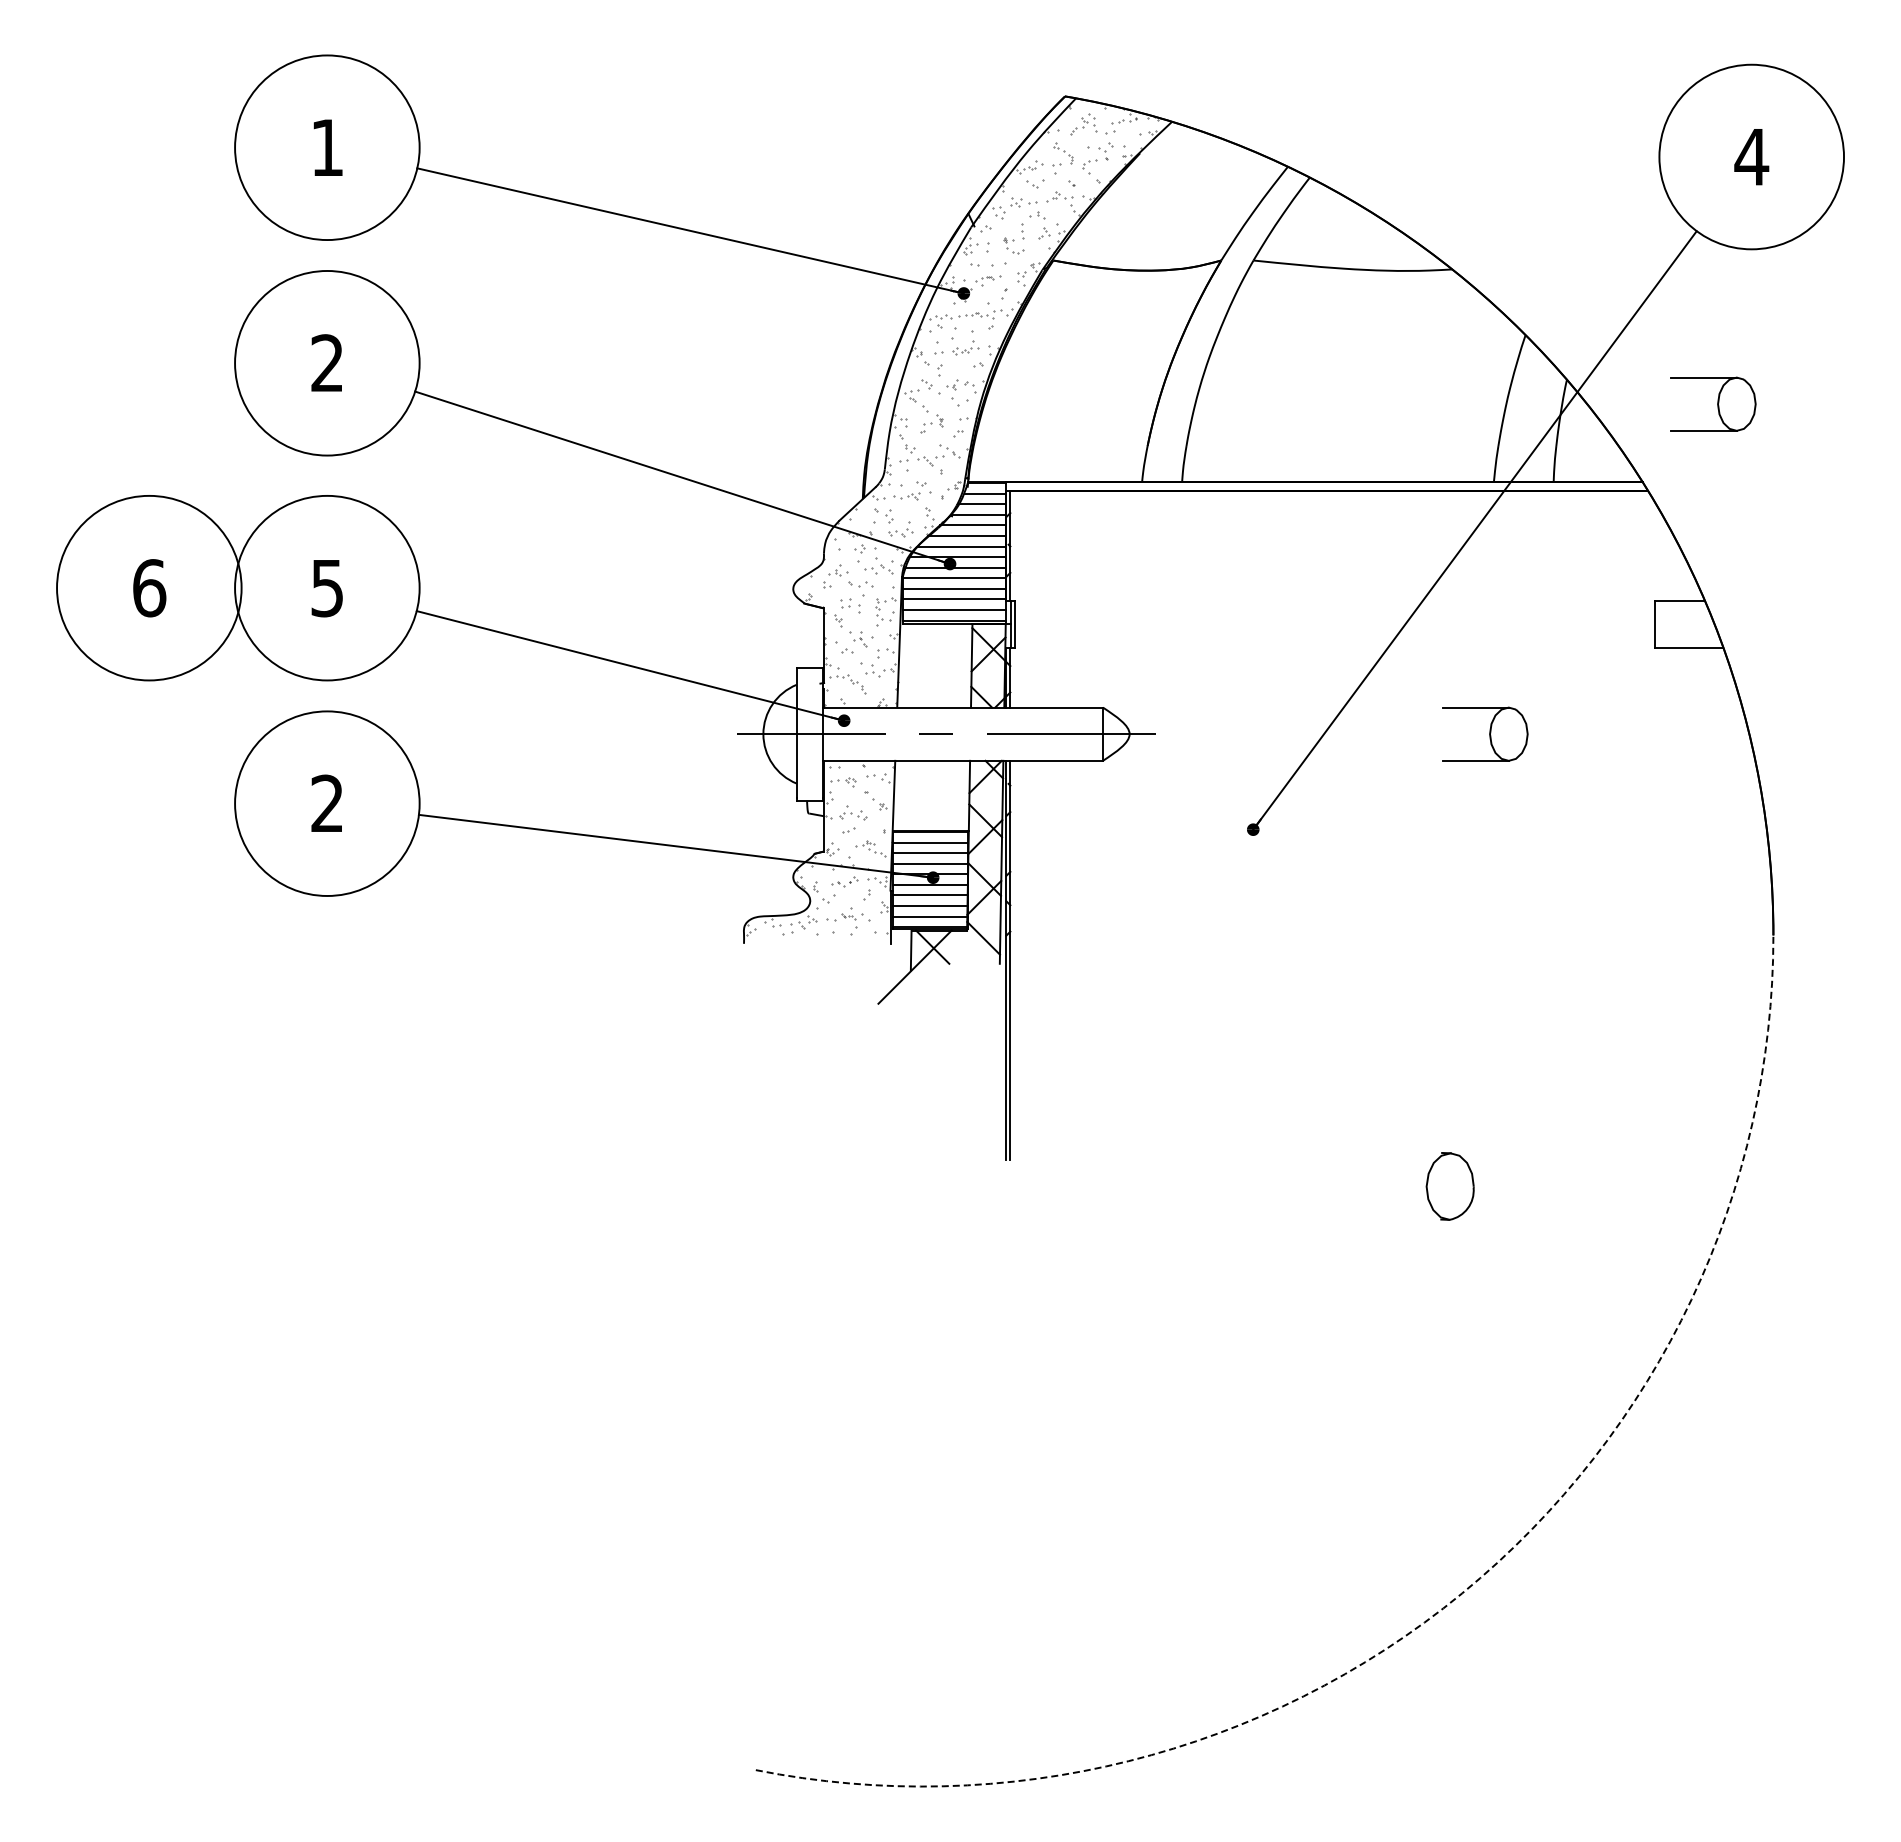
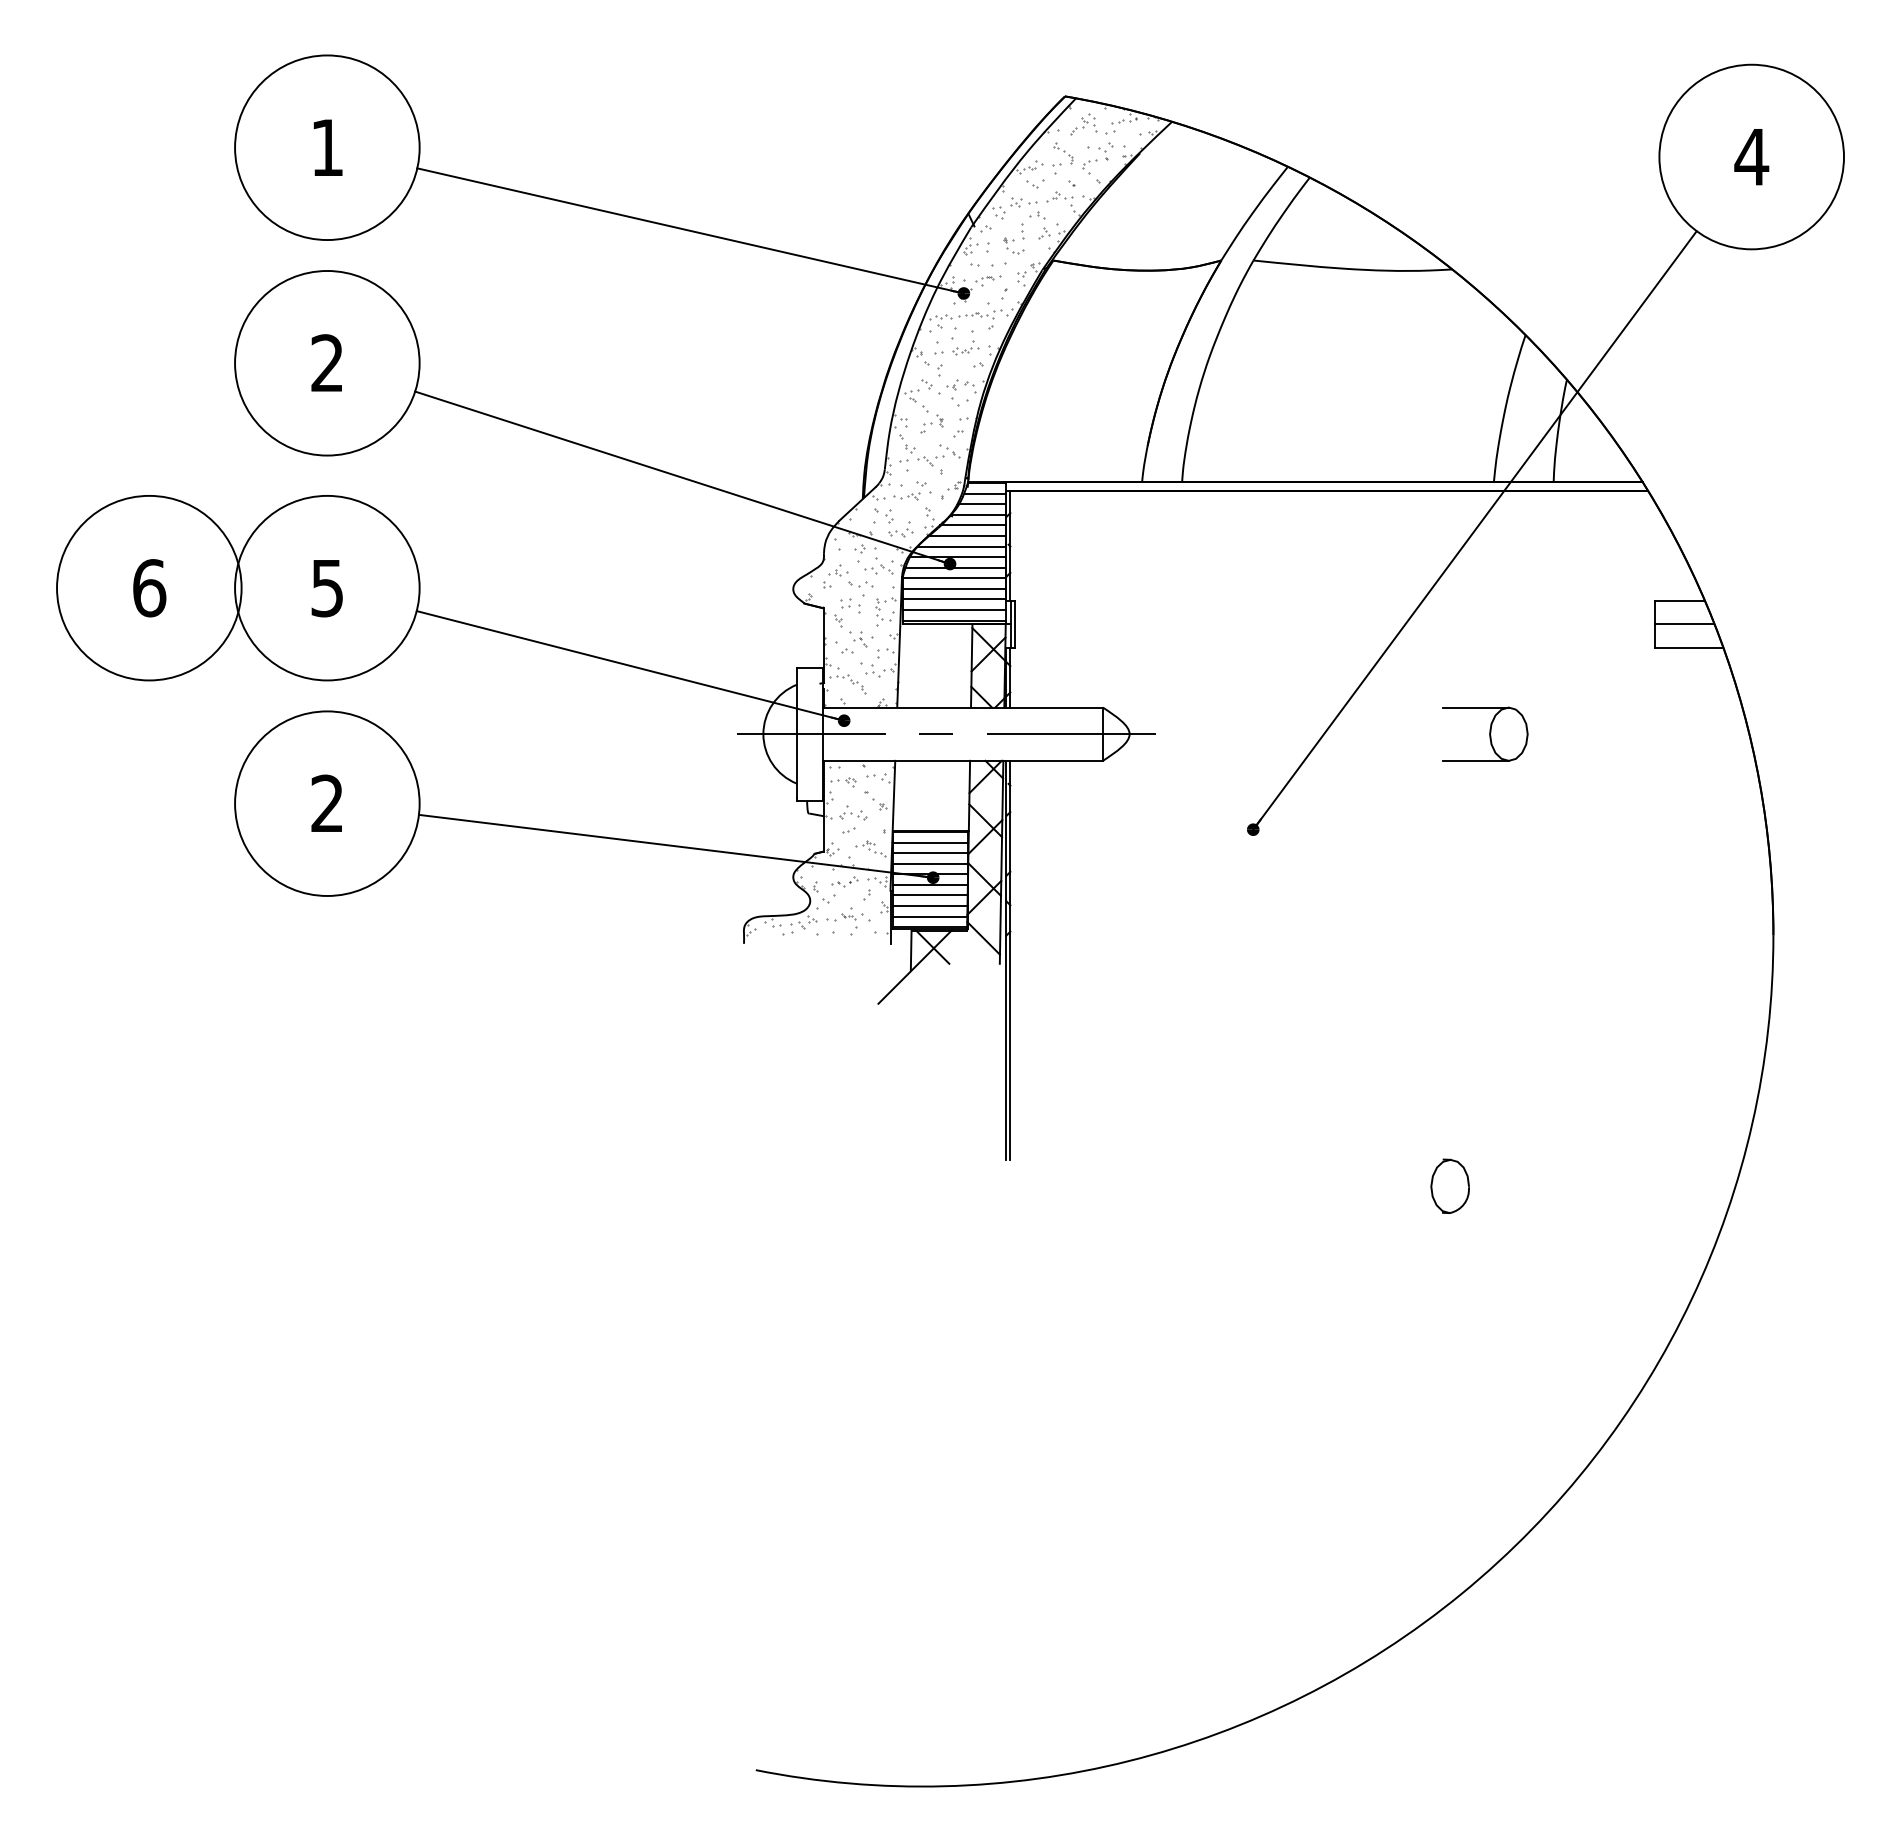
part at (1713, 403): present -> none
line at (1684, 624): none -> present
part at (1449, 1186) size: 50x69 px -> 40x56 px
arc at (1462, 1593): dashed -> solid
